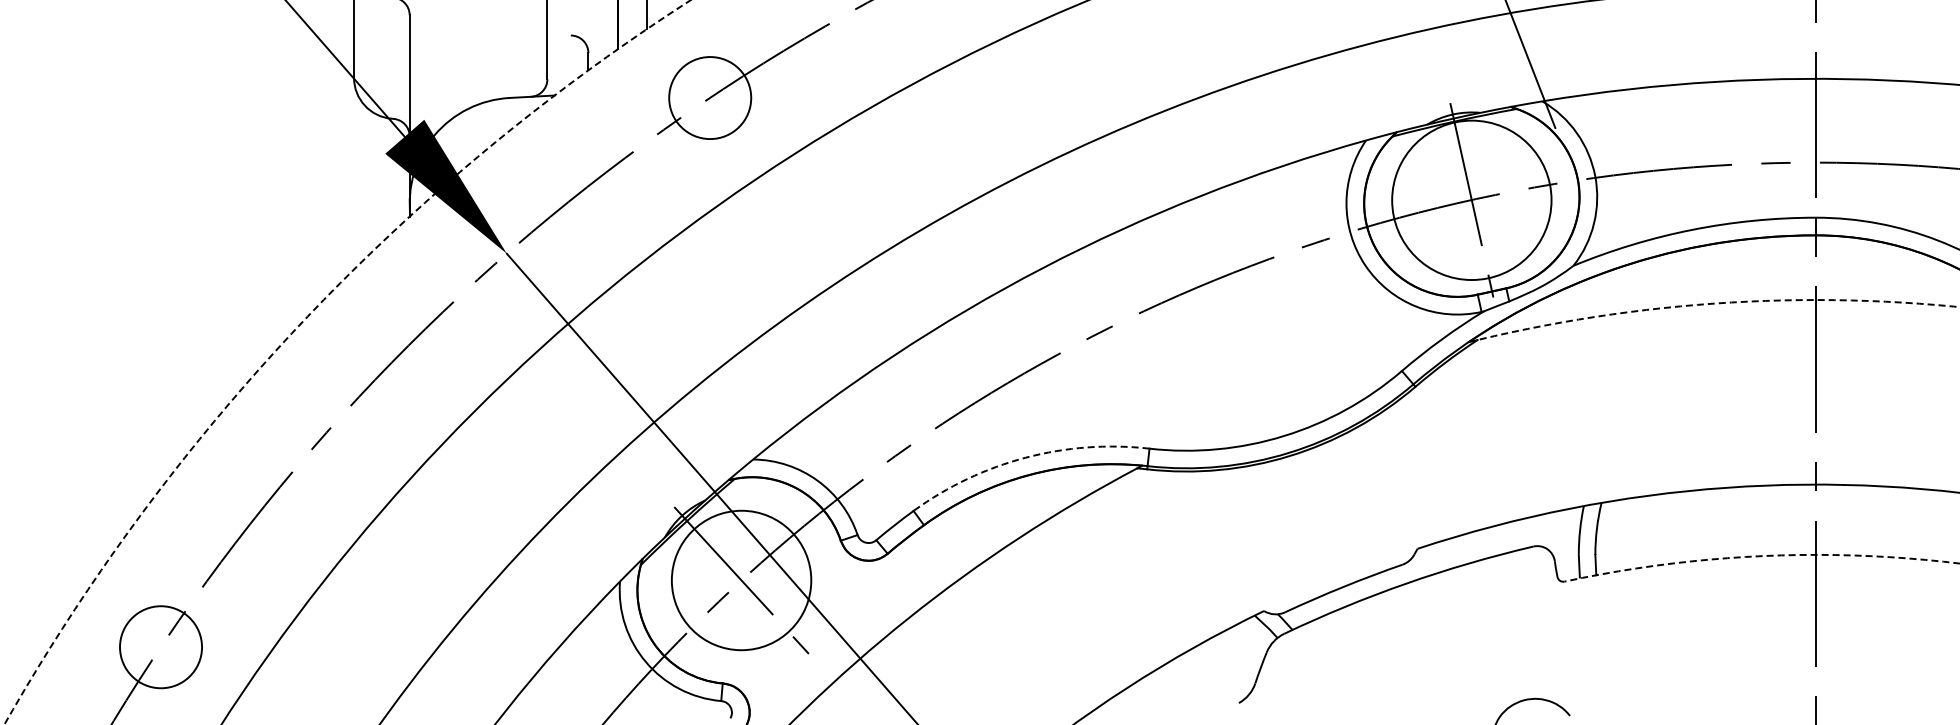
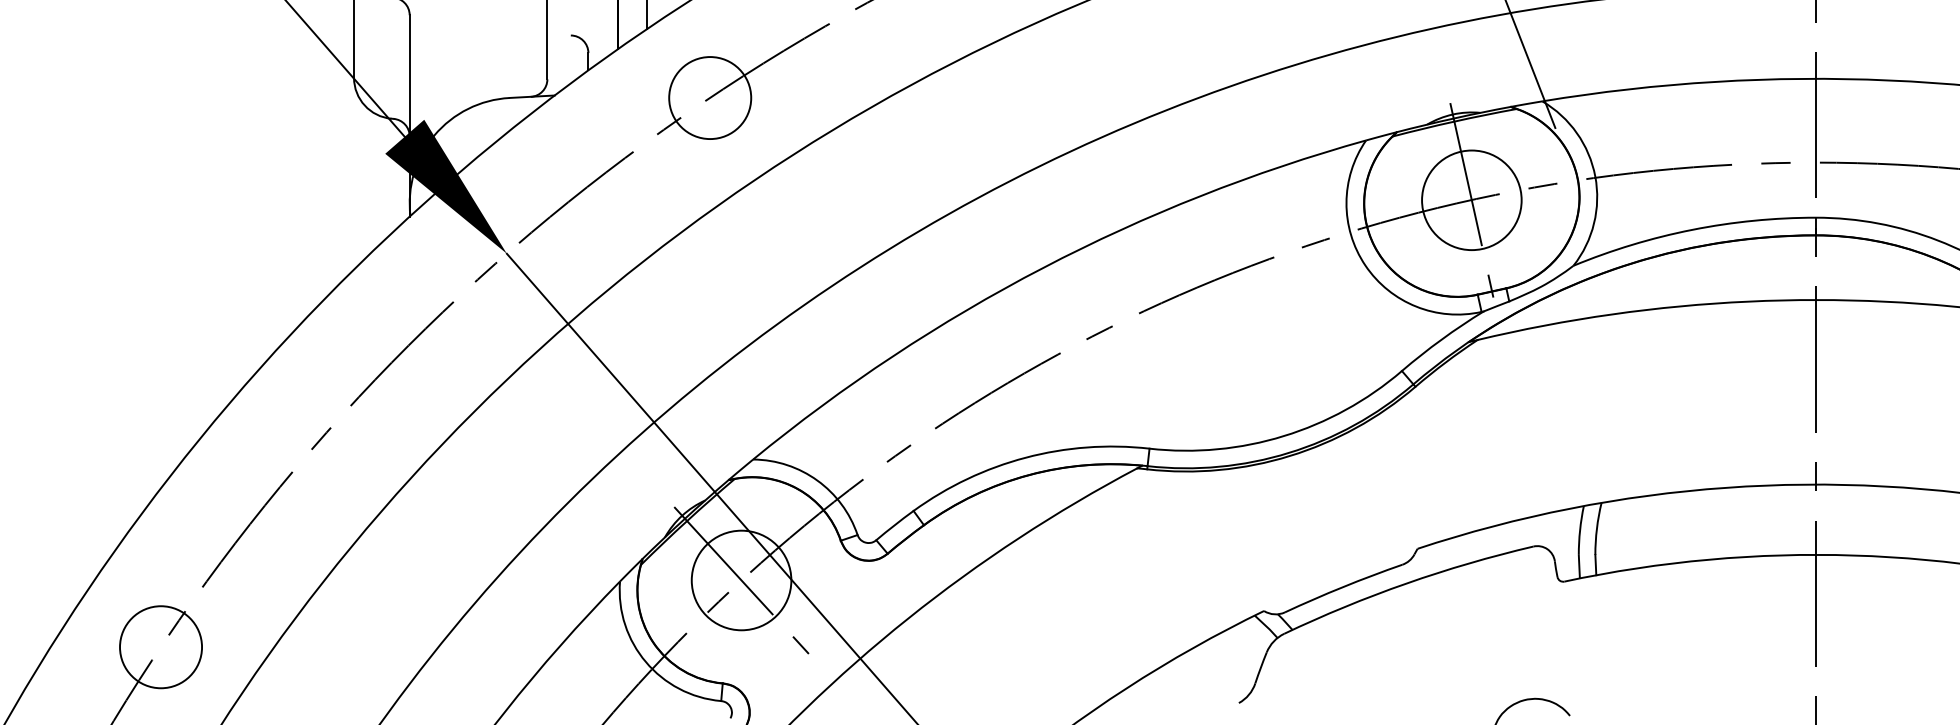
circle at (1471, 200) diameter: 159 px -> 100 px
arc at (1717, 303): dashed -> solid
arc at (303, 321): dashed -> solid
arc at (1025, 457): dashed -> solid
arc at (1761, 556): dashed -> solid
circle at (741, 580) diameter: 139 px -> 100 px
